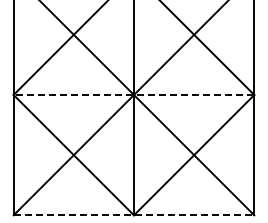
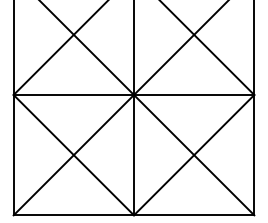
line at (133, 95): dashed -> solid
line at (134, 215): dashed -> solid
